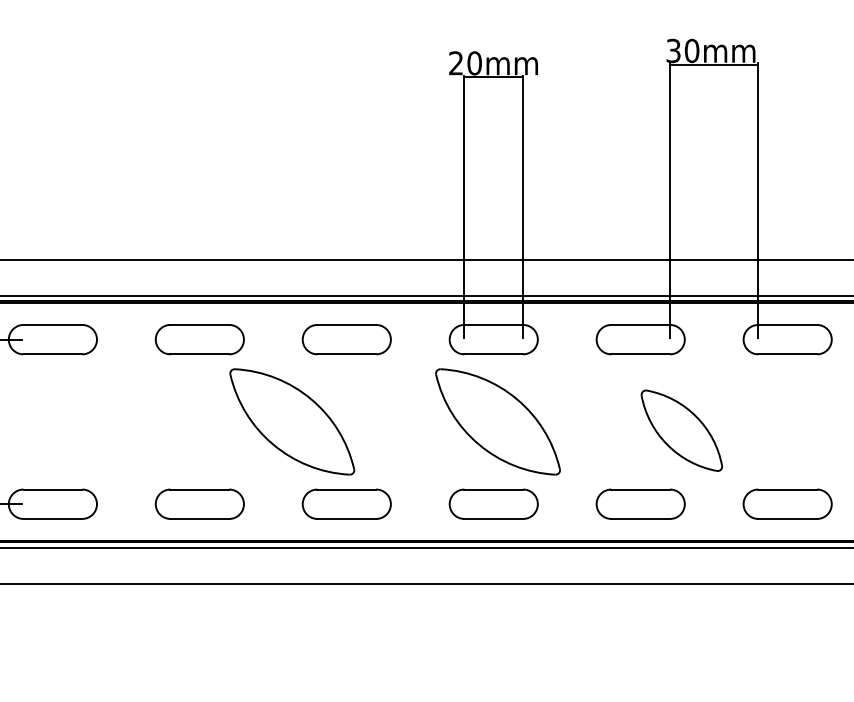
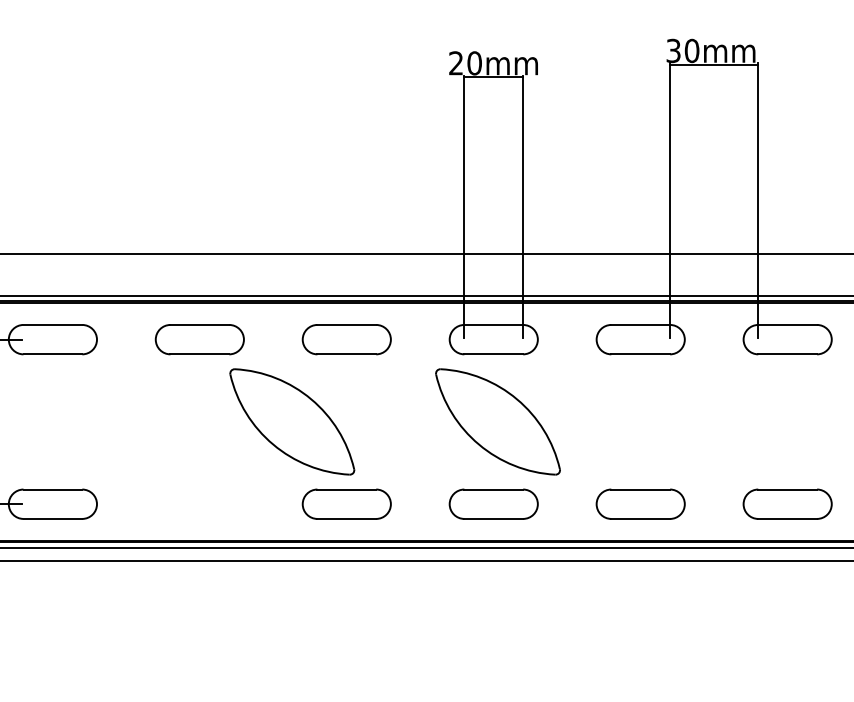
line at (426, 260) position: (426, 260) -> (426, 254)
part at (681, 430): present -> none
part at (199, 503): present -> none
line at (426, 583) position: (426, 583) -> (426, 560)
